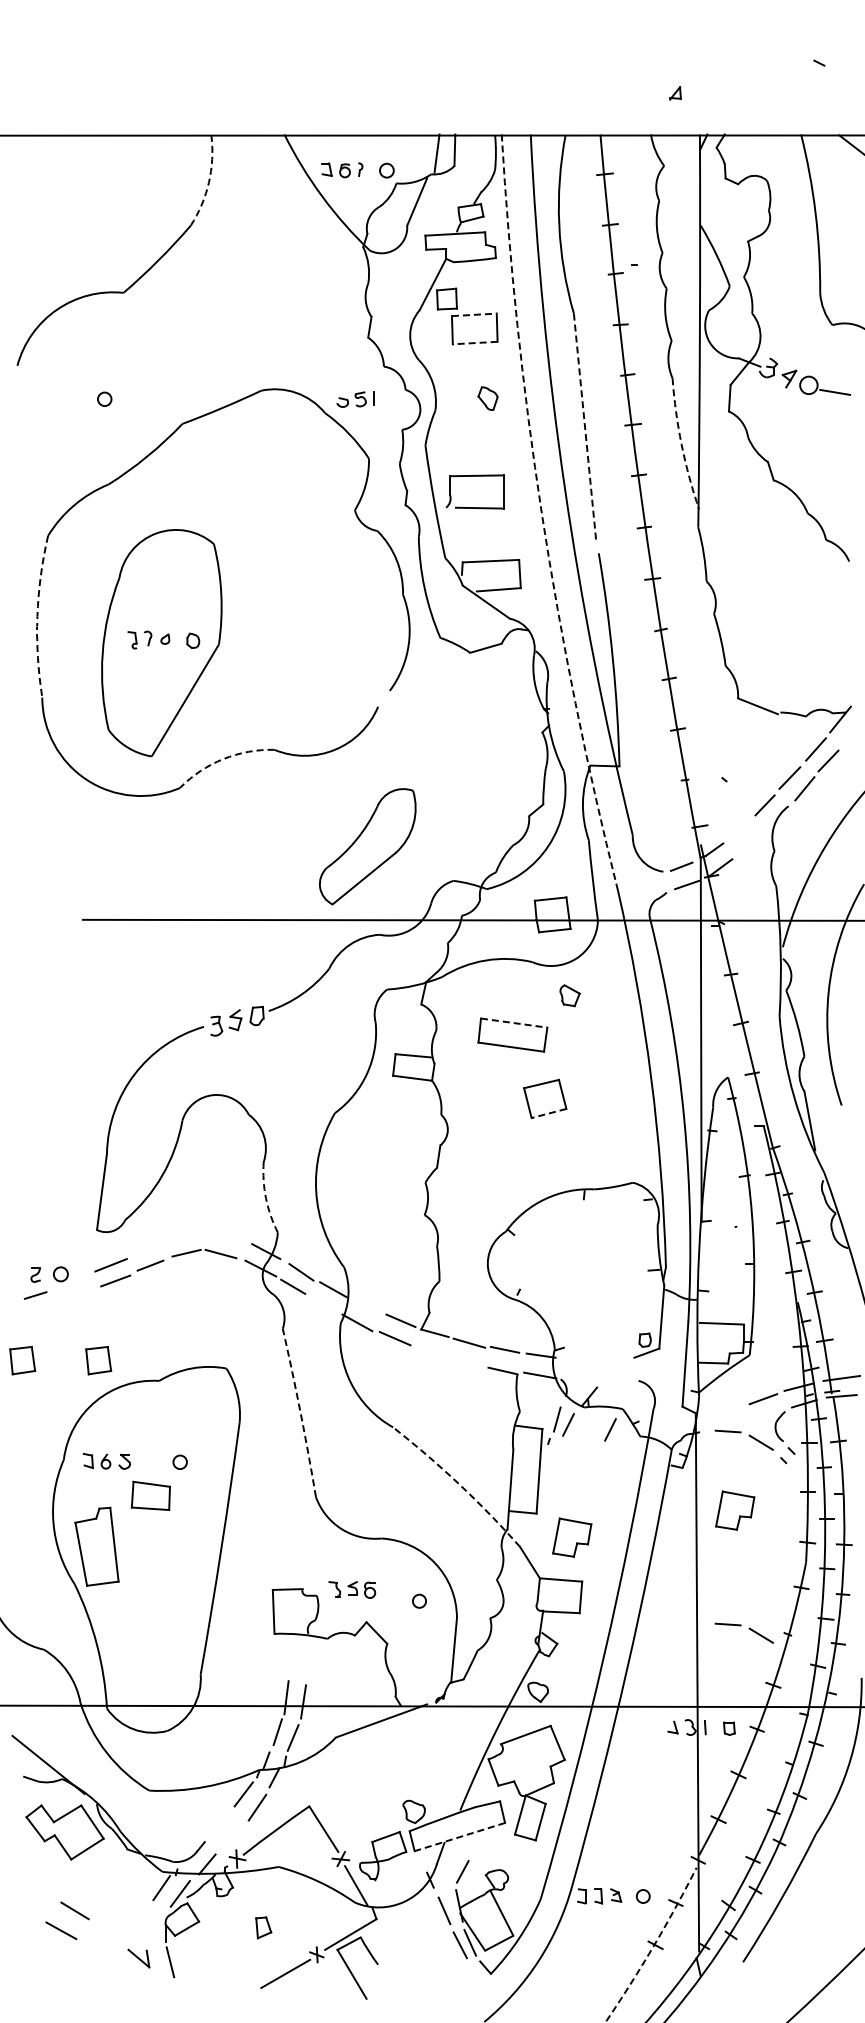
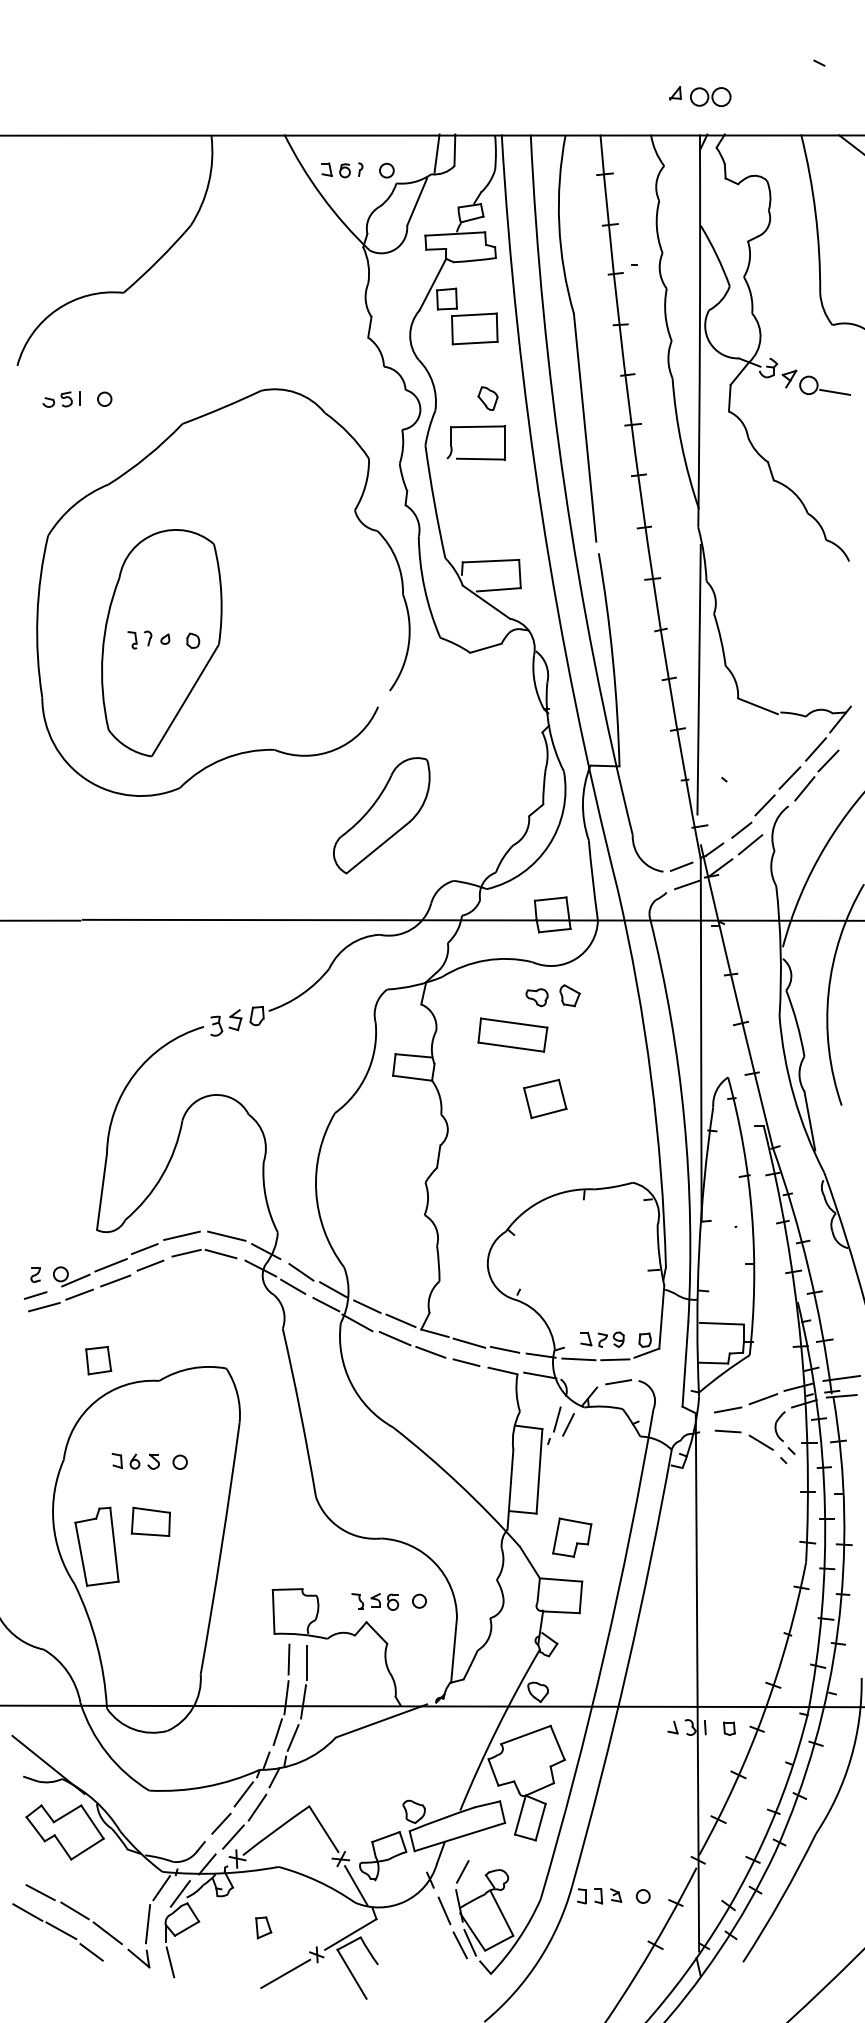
part at (710, 96): none -> present
arc at (208, 182): dashed -> solid
line at (474, 314): dashed -> solid
line at (474, 343): dashed -> solid
part at (355, 399) position: (355, 399) -> (61, 399)
line at (585, 427): dashed -> solid
arc at (681, 444): dashed -> solid
part at (474, 476) position: (474, 476) -> (475, 427)
arc at (542, 514): dashed -> solid
arc at (37, 616): dashed -> solid
line at (698, 679): none -> present
arc at (223, 759): dashed -> solid
line at (741, 829): none -> present
line at (750, 844): none -> present
part at (367, 846) position: (367, 846) -> (381, 815)
line at (41, 920): none -> present
part at (536, 997): none -> present
line at (514, 1023): dashed -> solid
line at (548, 1113): dashed -> solid
arc at (265, 1198): dashed -> solid
line at (181, 1235): none -> present
line at (226, 1235): none -> present
line at (144, 1249): none -> present
line at (75, 1280): none -> present
line at (79, 1294): none -> present
line at (326, 1304): none -> present
line at (367, 1306): none -> present
line at (44, 1307): none -> present
part at (602, 1339): none -> present
line at (430, 1351): none -> present
line at (578, 1359): none -> present
line at (615, 1359): none -> present
part at (22, 1360): present -> none
line at (466, 1362): none -> present
line at (618, 1382): none -> present
line at (727, 1409): none -> present
arc at (300, 1412): dashed -> solid
line at (610, 1429): present -> none
part at (106, 1461) position: (106, 1461) -> (135, 1461)
arc at (459, 1484): dashed -> solid
part at (150, 1495) position: (150, 1495) -> (150, 1521)
part at (735, 1510): present -> none
part at (352, 1589) position: (352, 1589) -> (375, 1601)
part at (741, 1626): present -> none
line at (288, 1659): none -> present
line at (306, 1662): none -> present
line at (221, 1823): none -> present
line at (233, 1836): none -> present
line at (459, 1837): dashed -> solid
line at (40, 1892): none -> present
line at (27, 1912): none -> present
line at (147, 1924): none -> present
line at (107, 1933): none -> present
arc at (653, 1947): dashed -> solid
line at (91, 1952): none -> present
